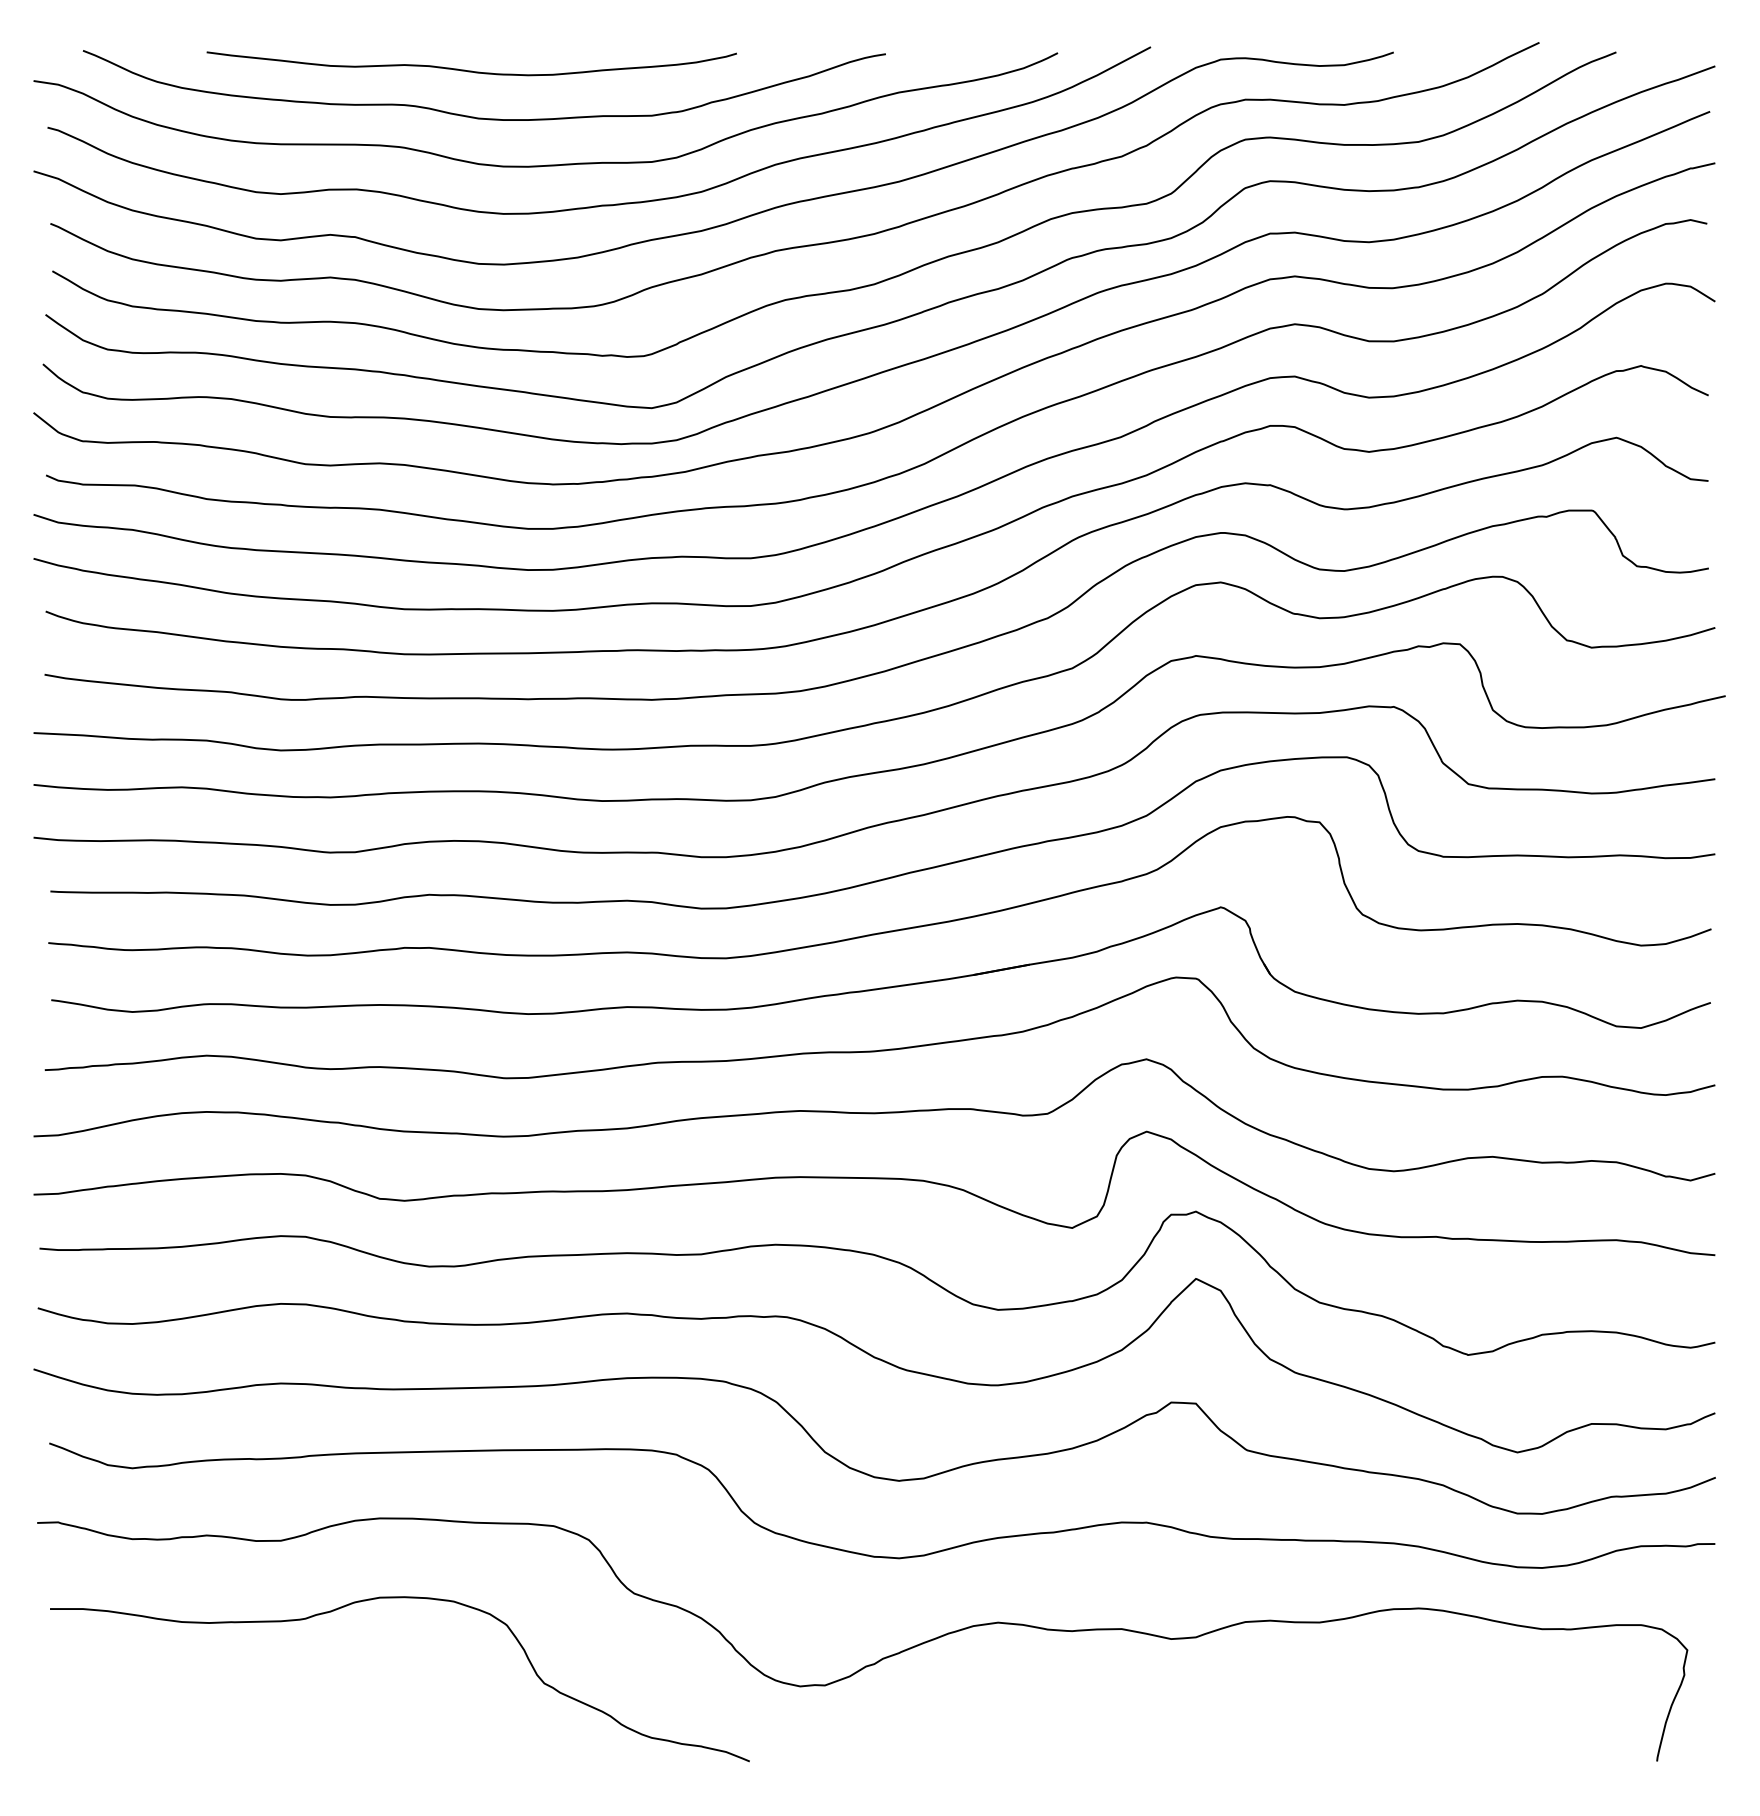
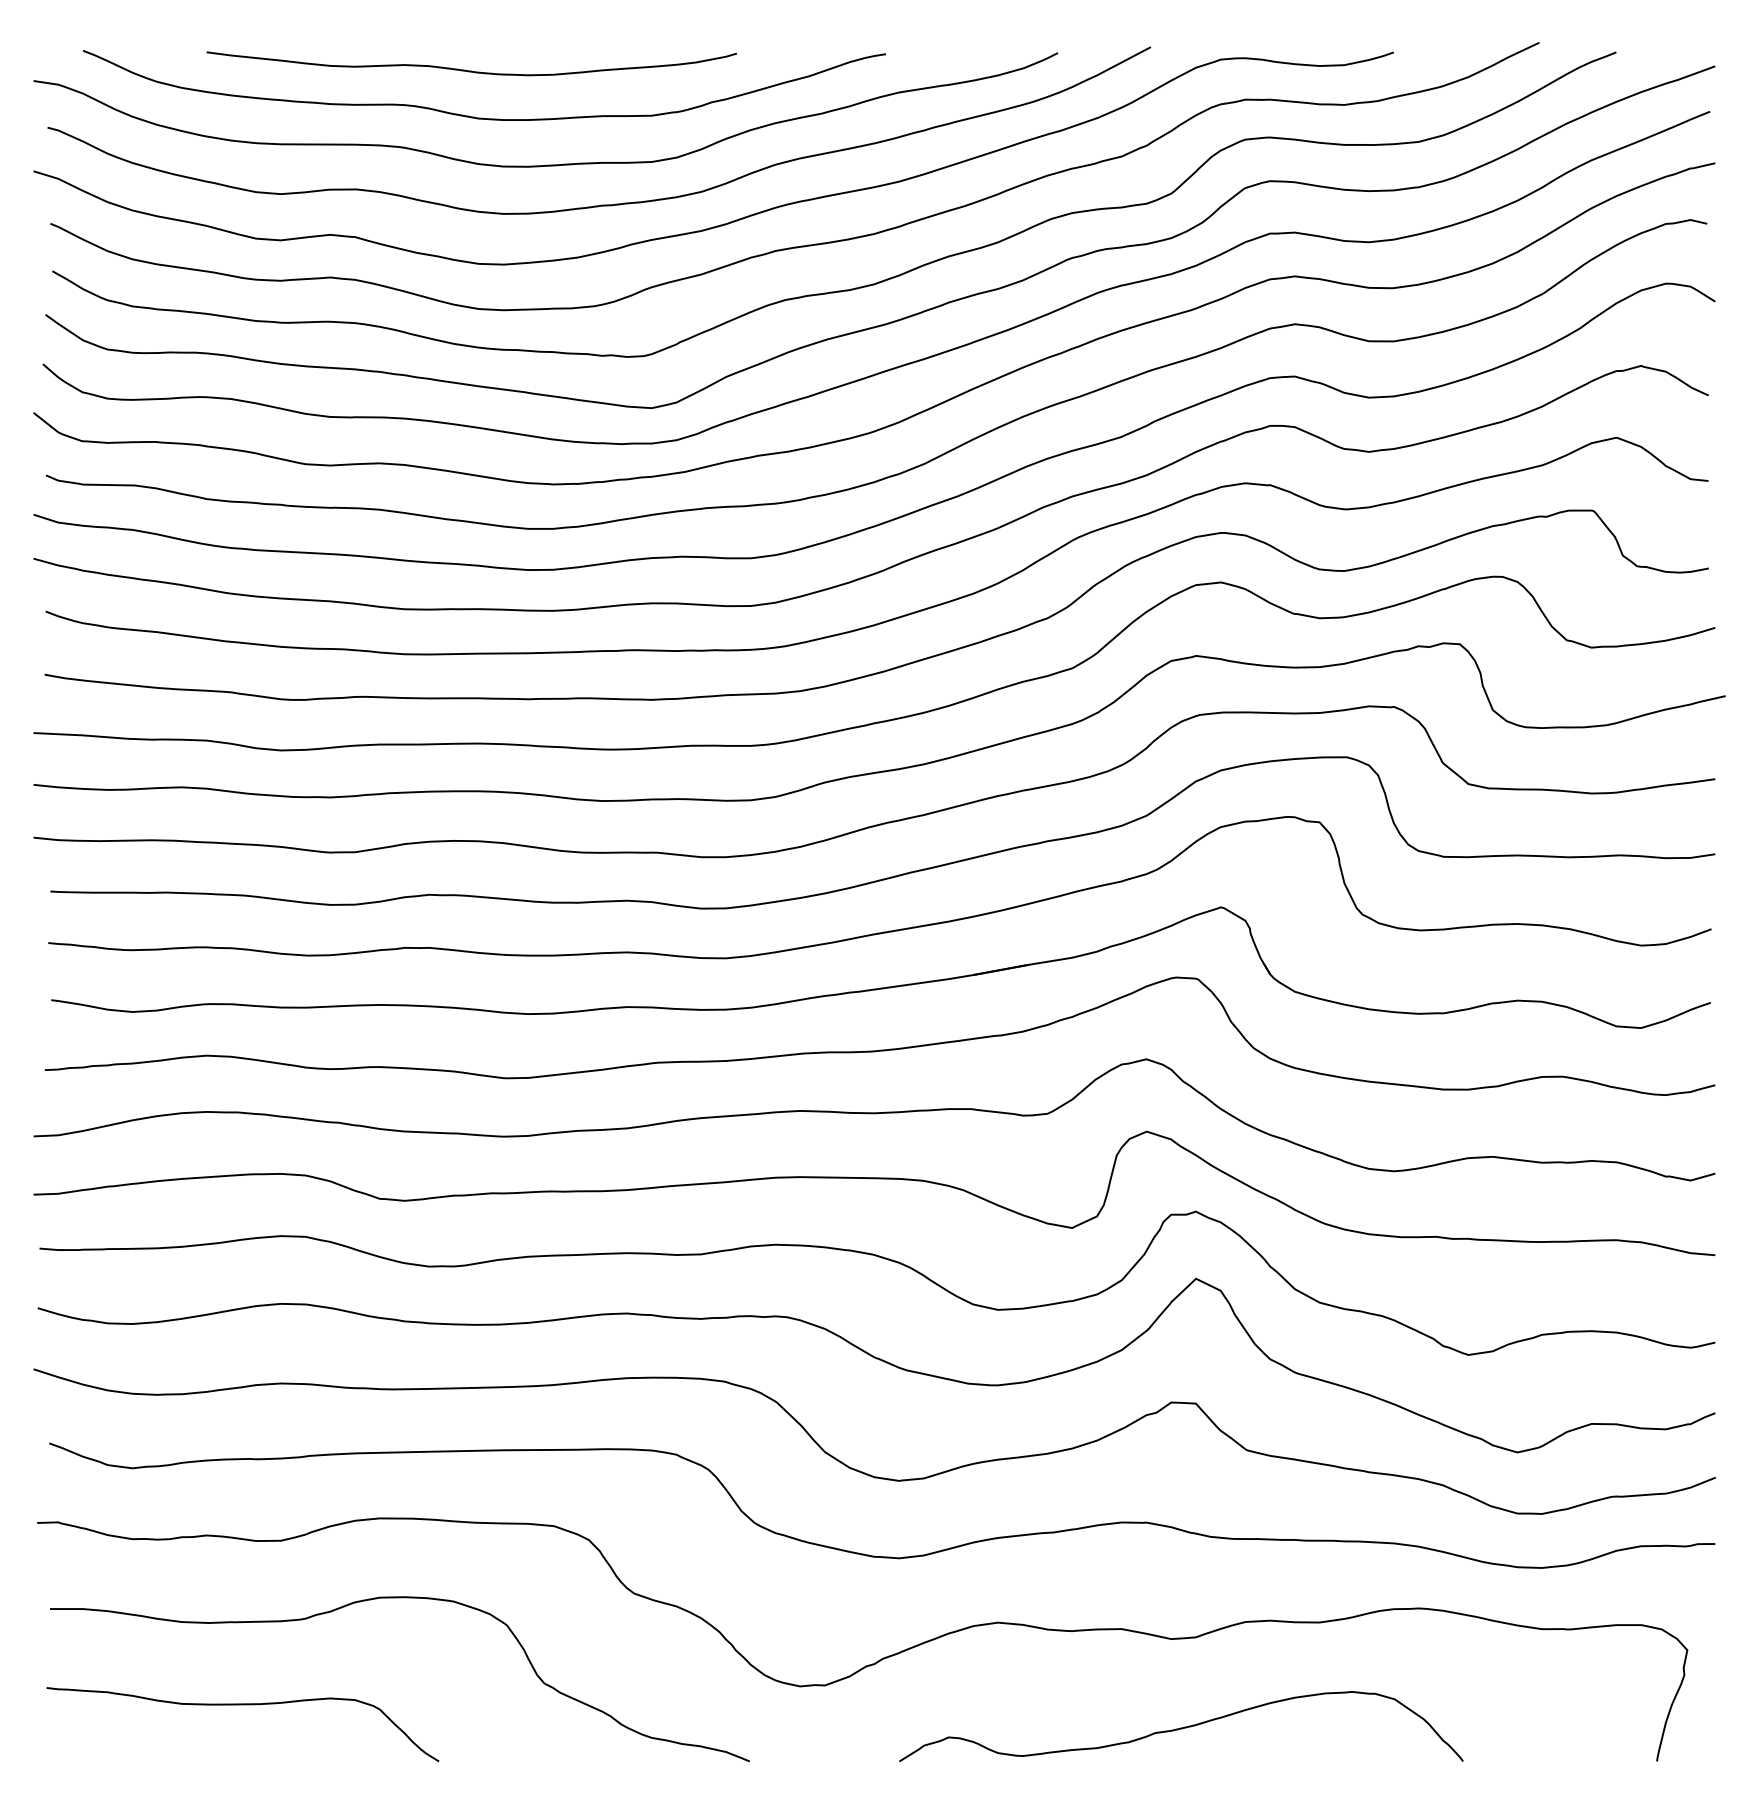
curve at (242, 1705): none -> present
curve at (1181, 1727): none -> present
